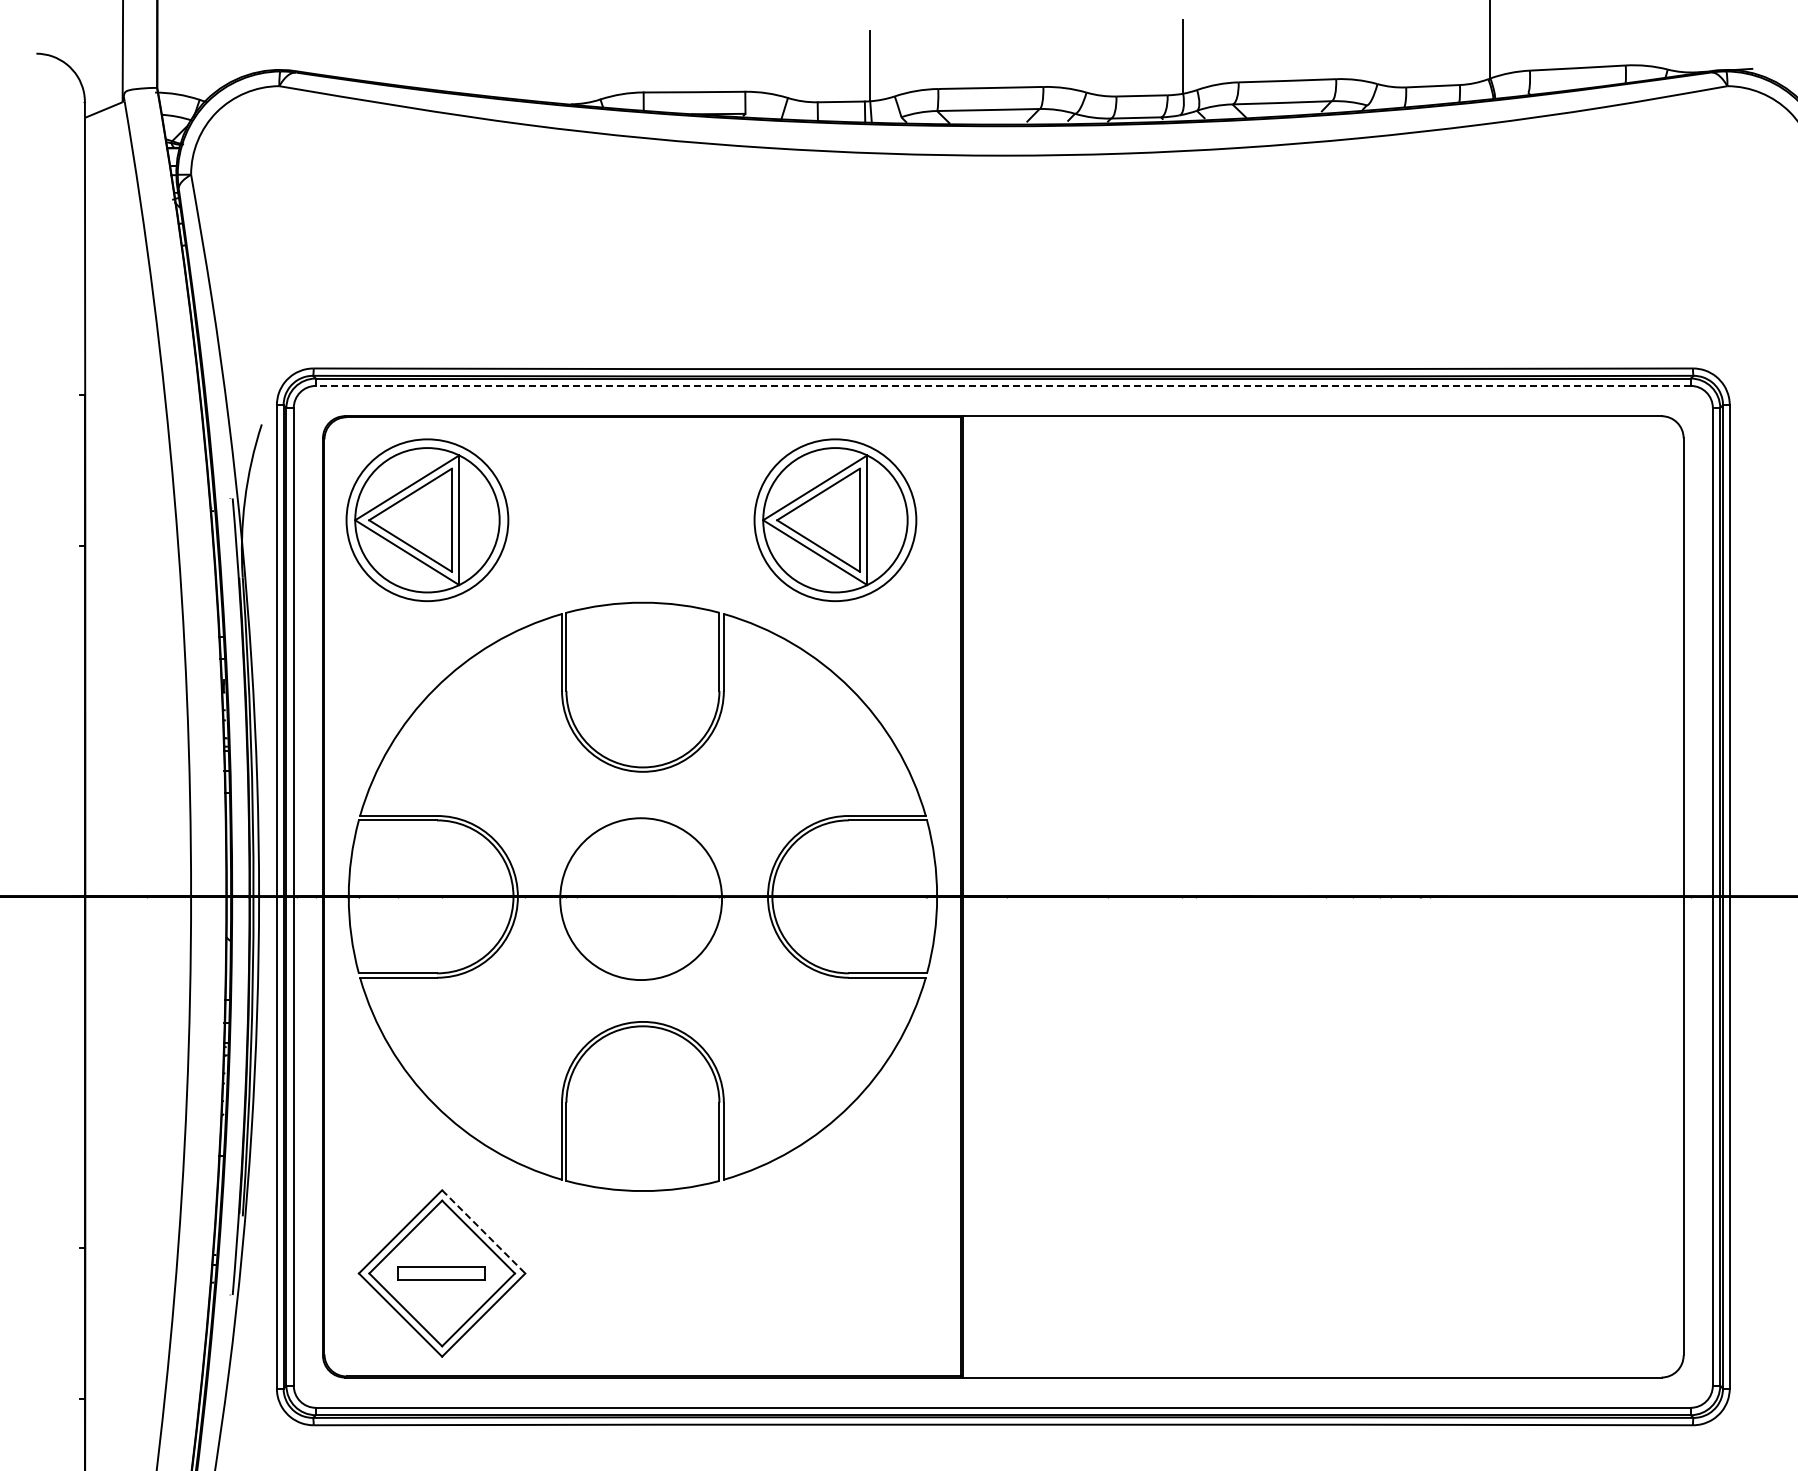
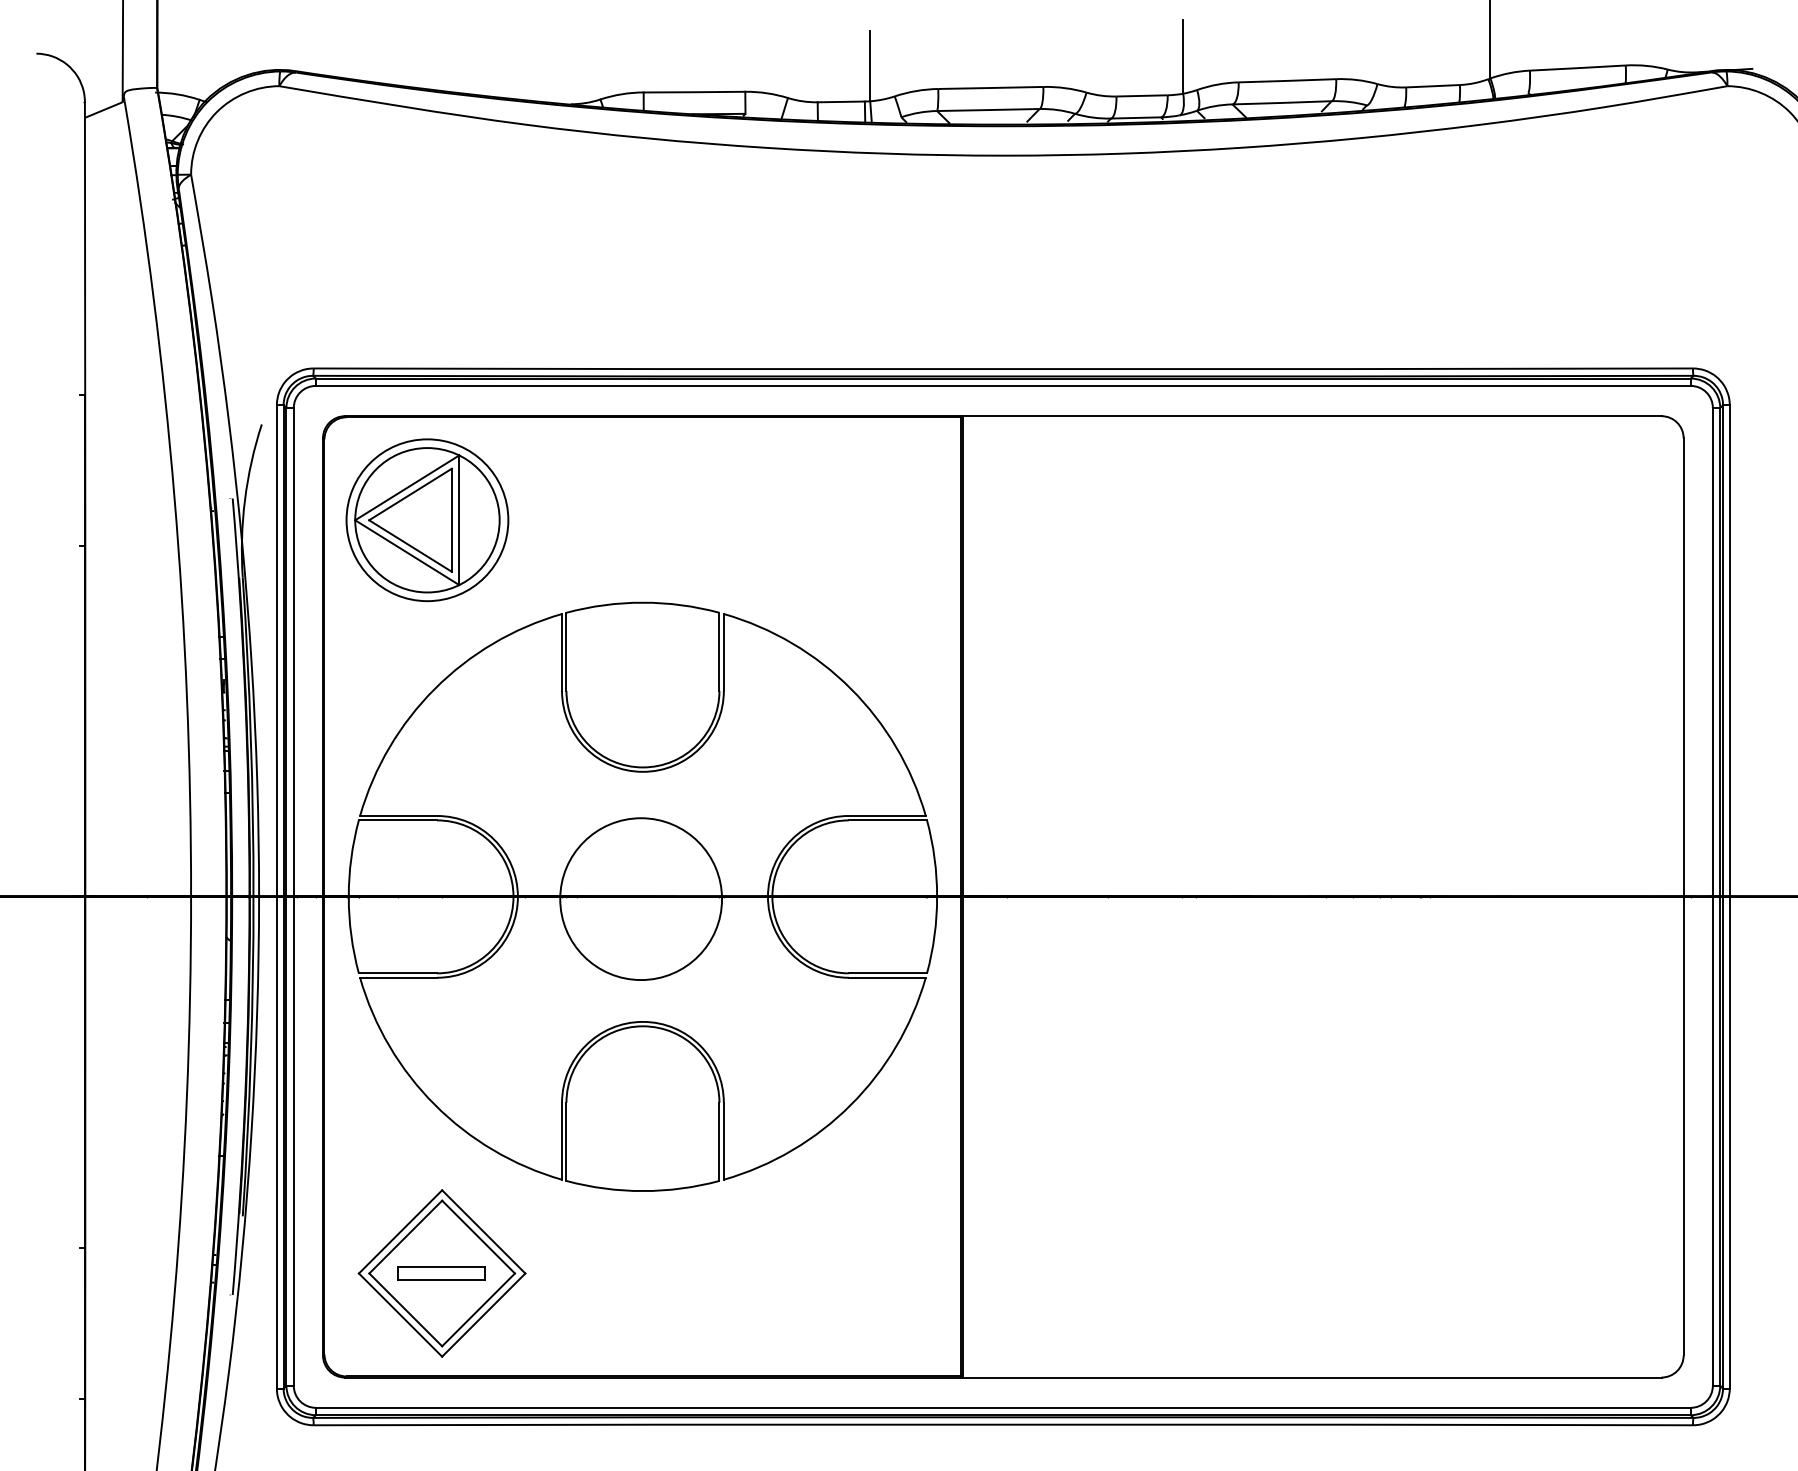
line at (1002, 385): dashed -> solid
part at (835, 520): present -> none
line at (483, 1231): dashed -> solid
